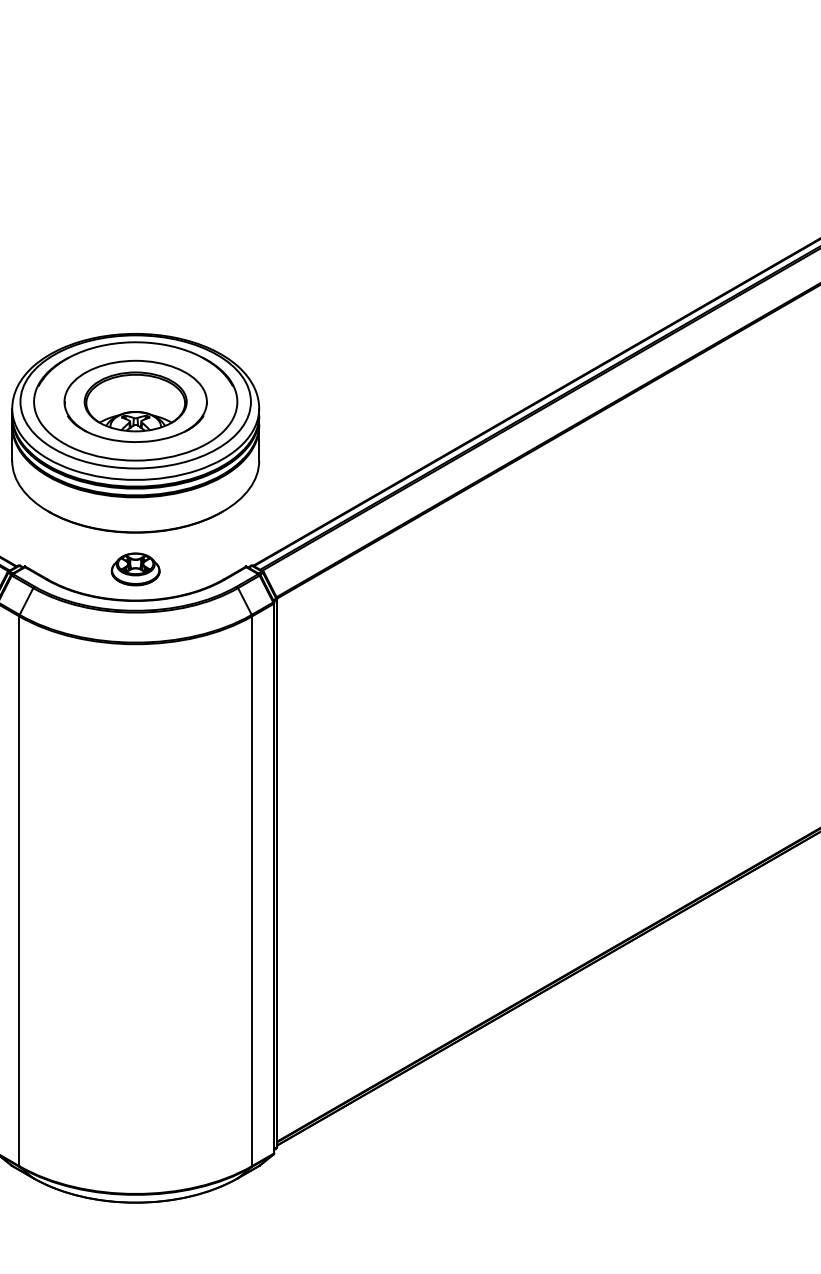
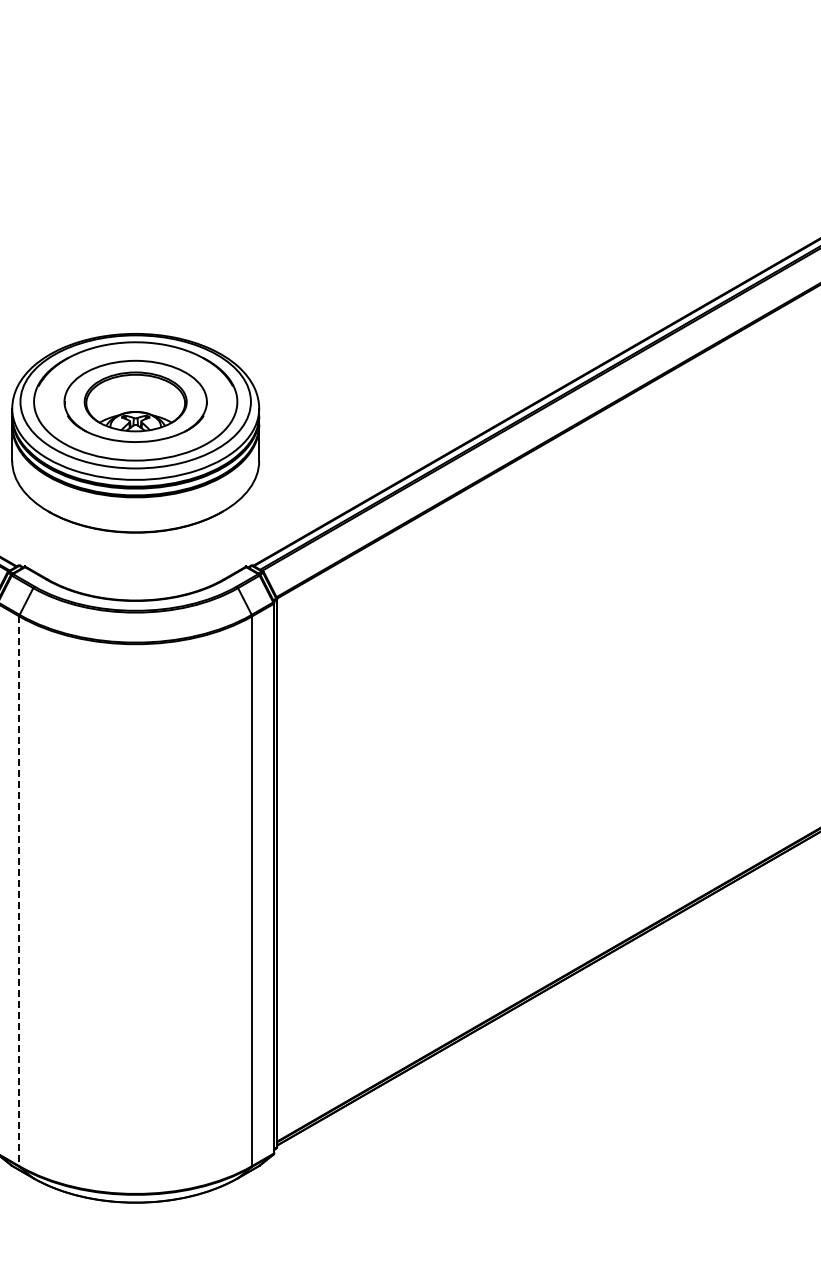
part at (135, 569): present -> none
line at (19, 891): solid -> dashed
